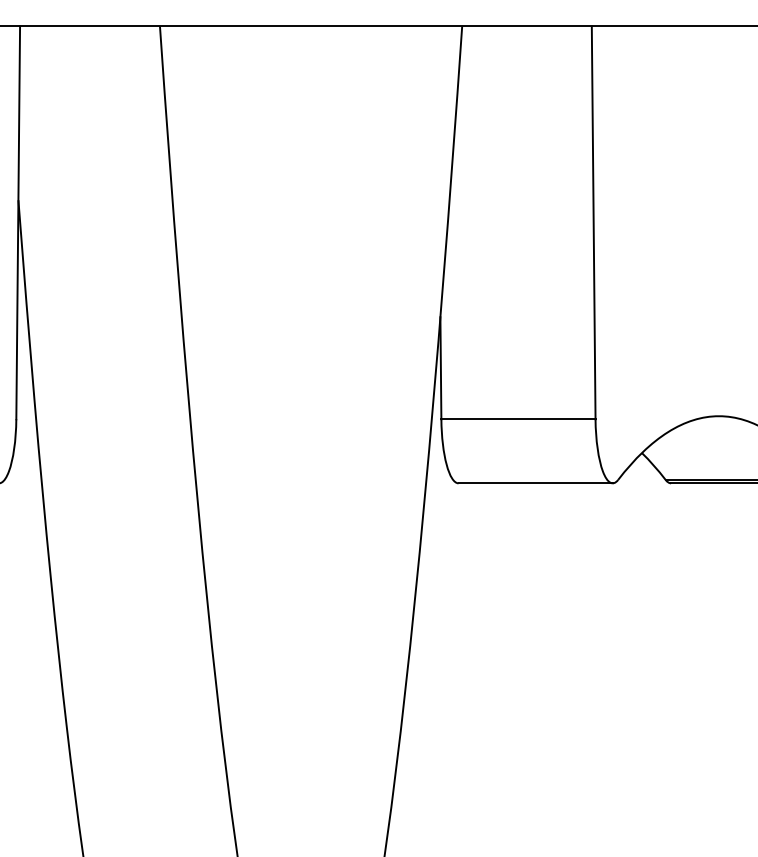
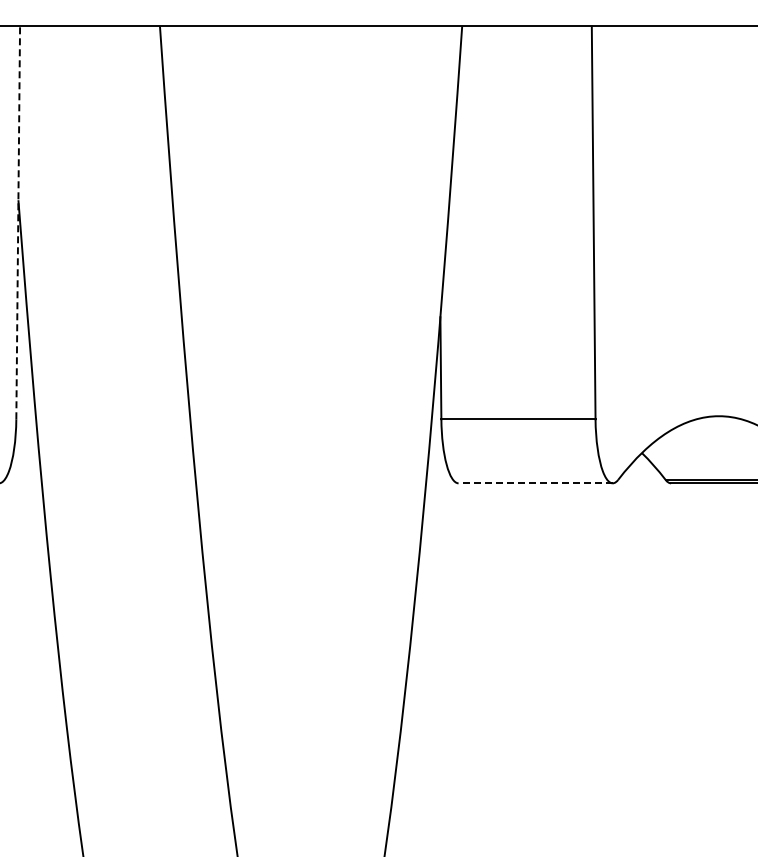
line at (18, 222): solid -> dashed
line at (535, 483): solid -> dashed
